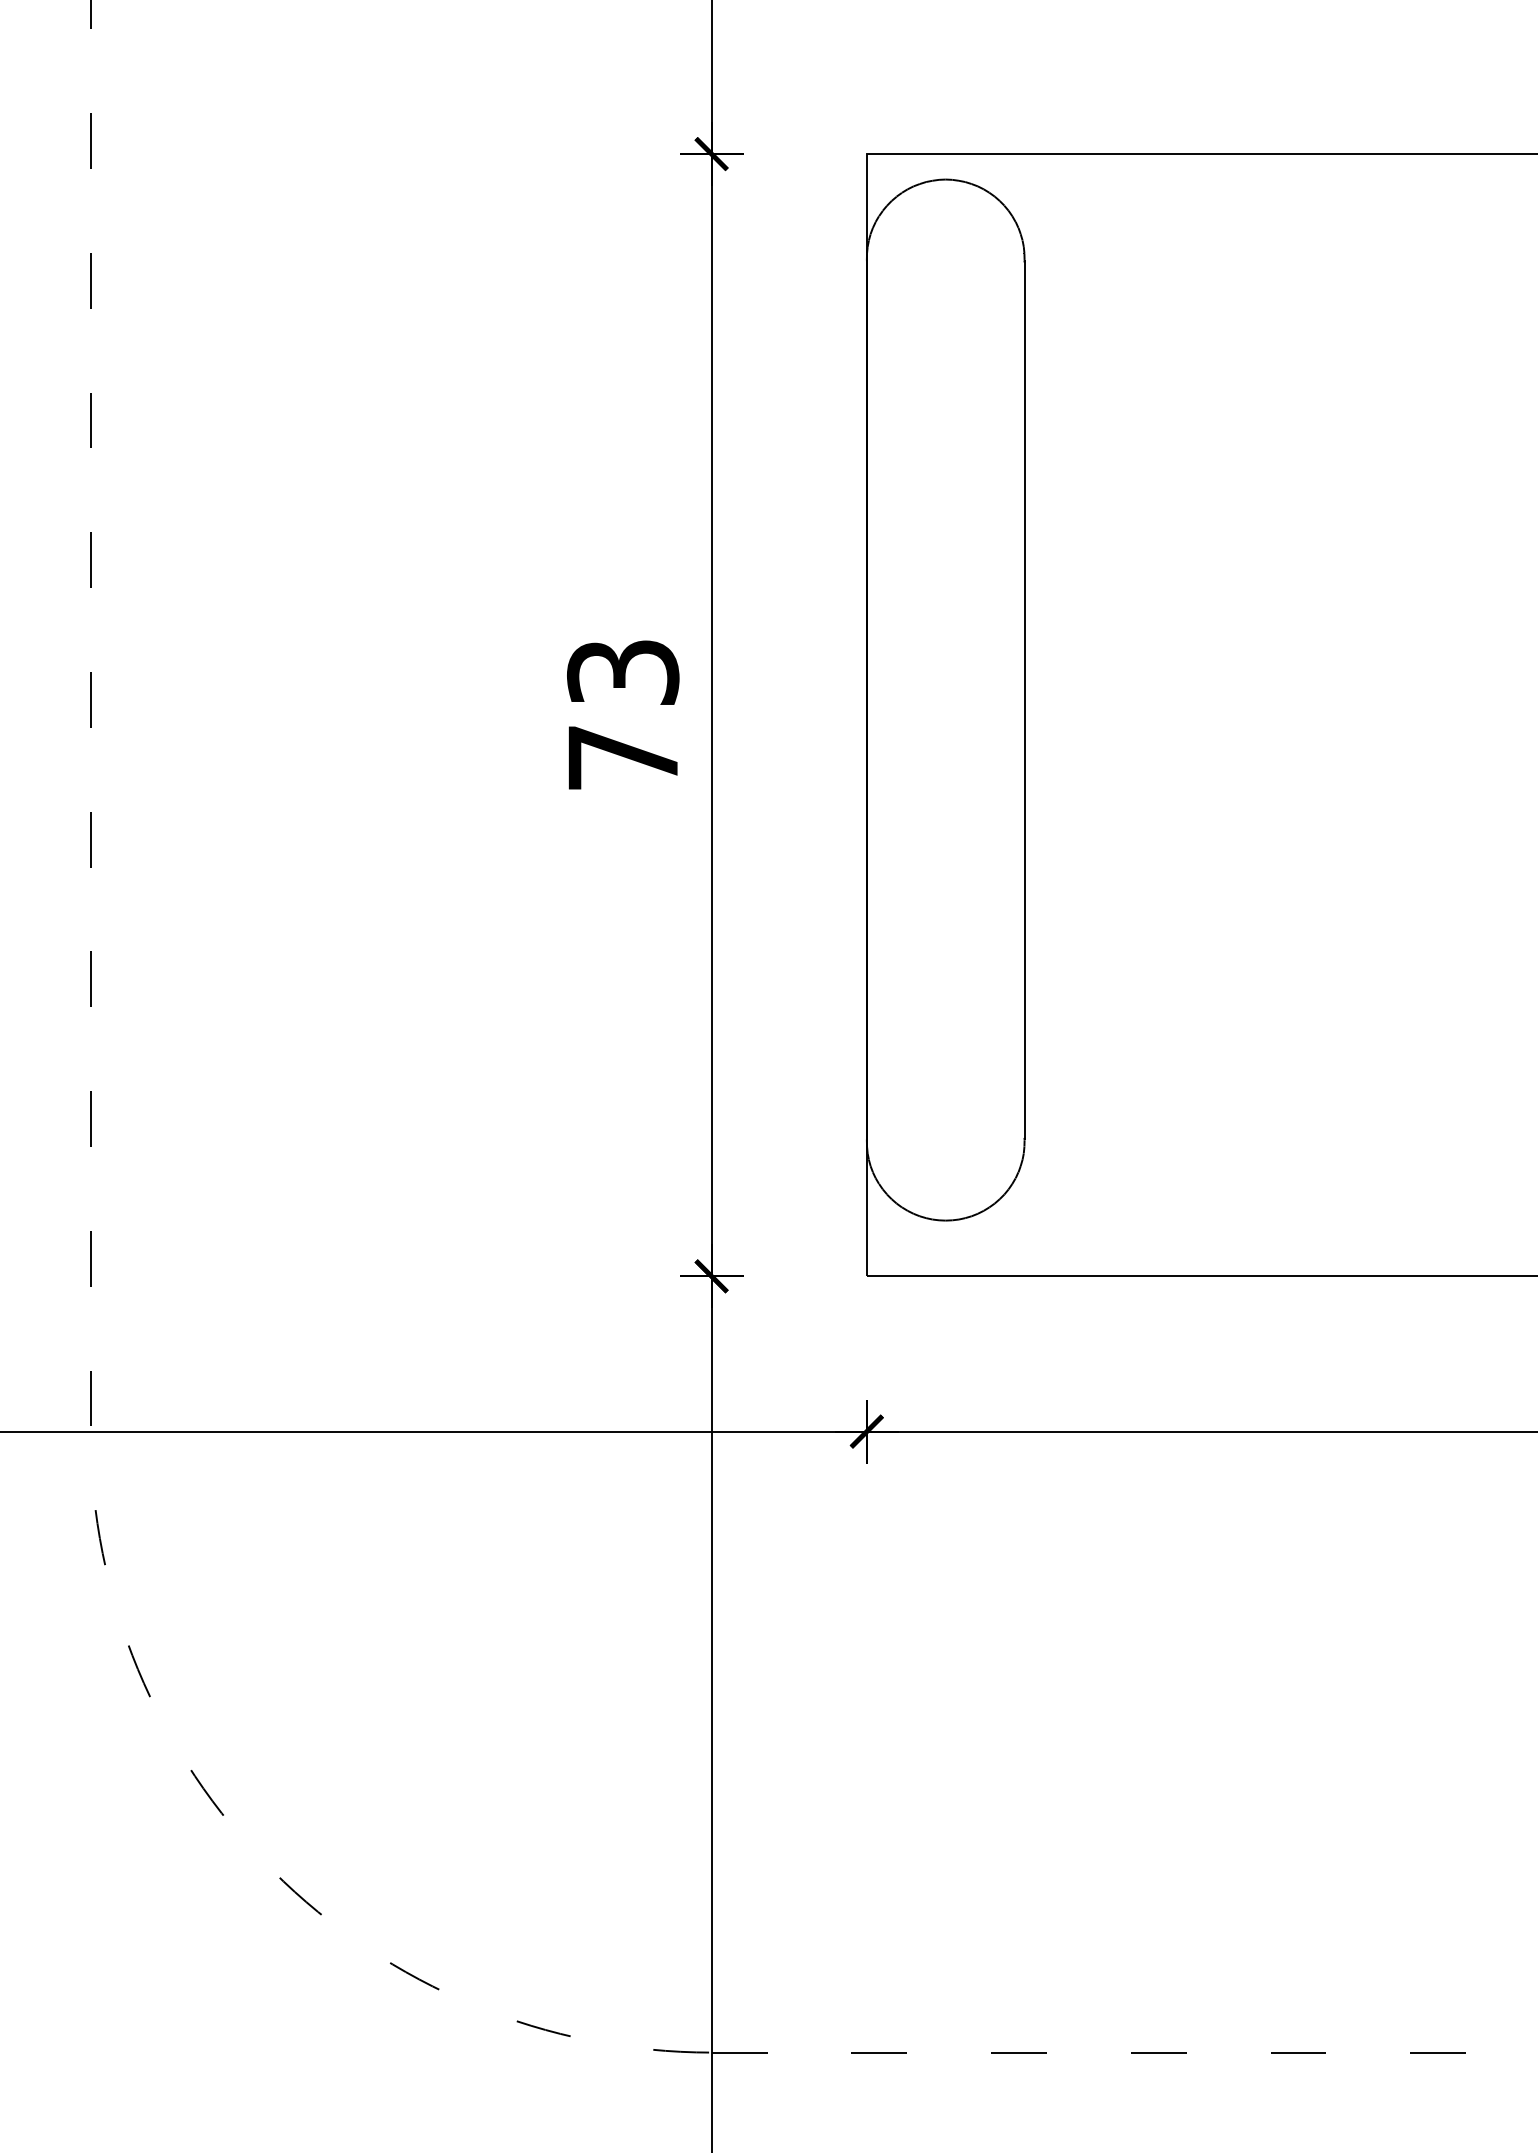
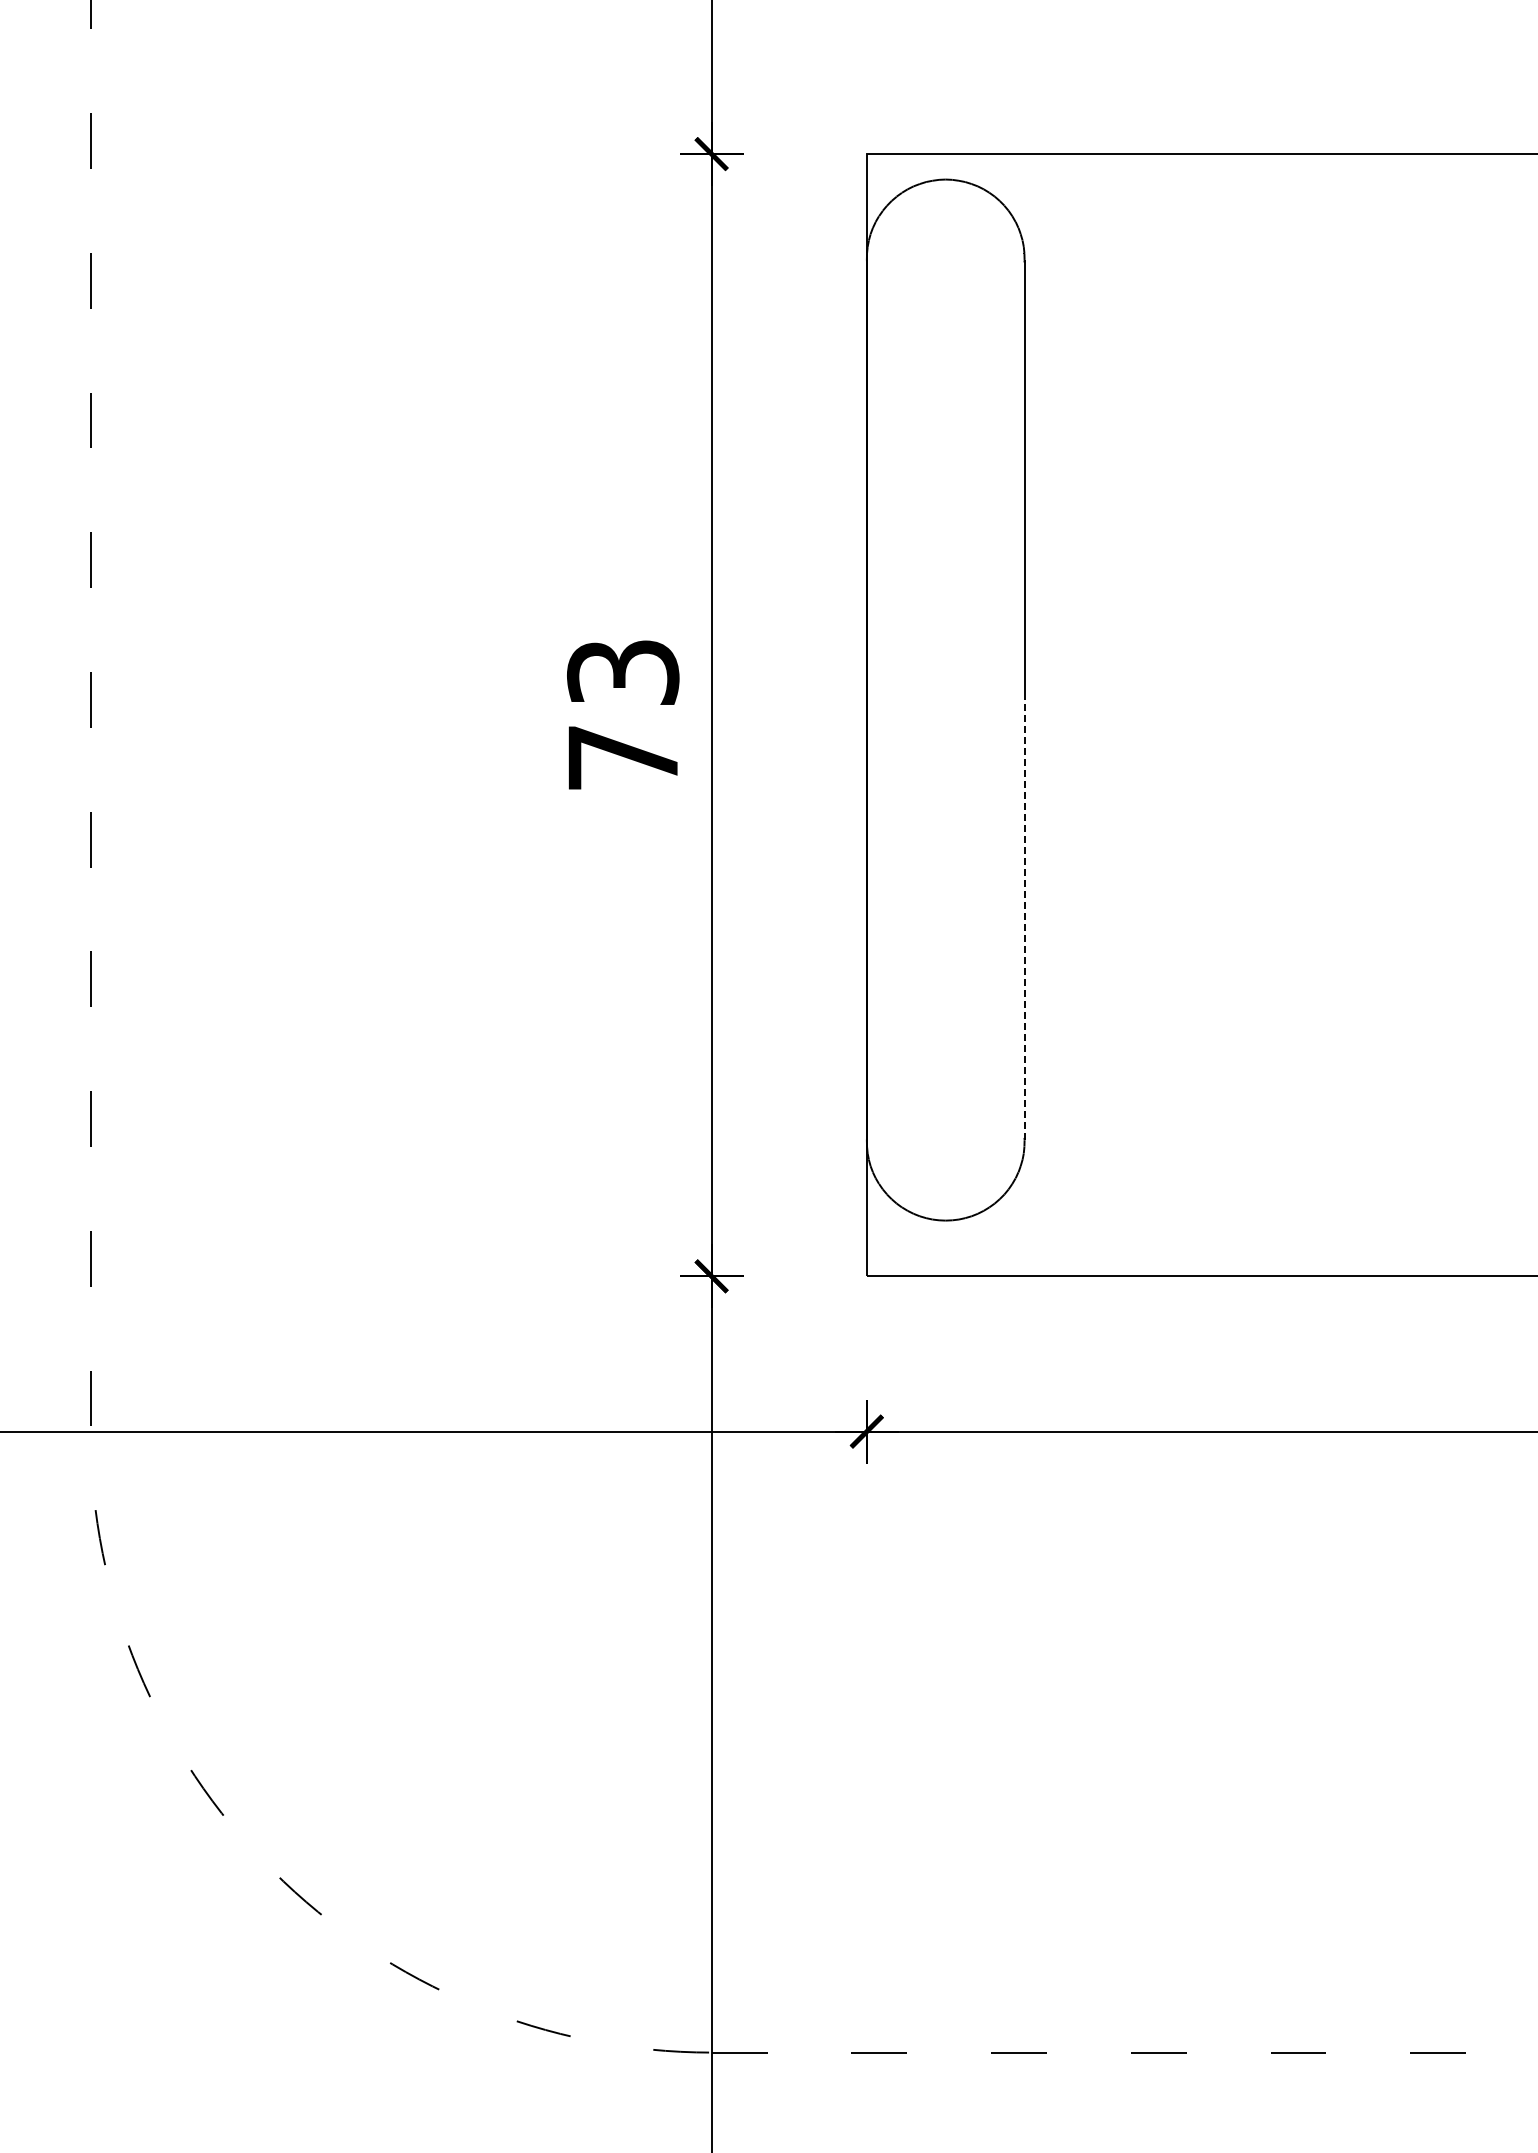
line at (1024, 920): solid -> dashed
